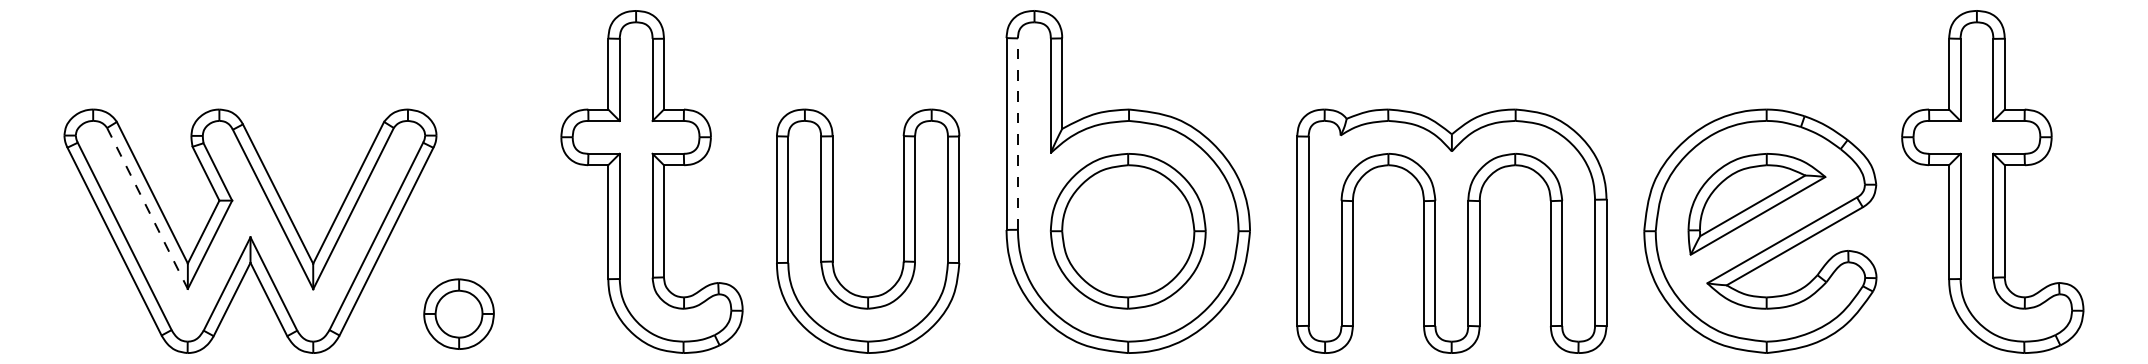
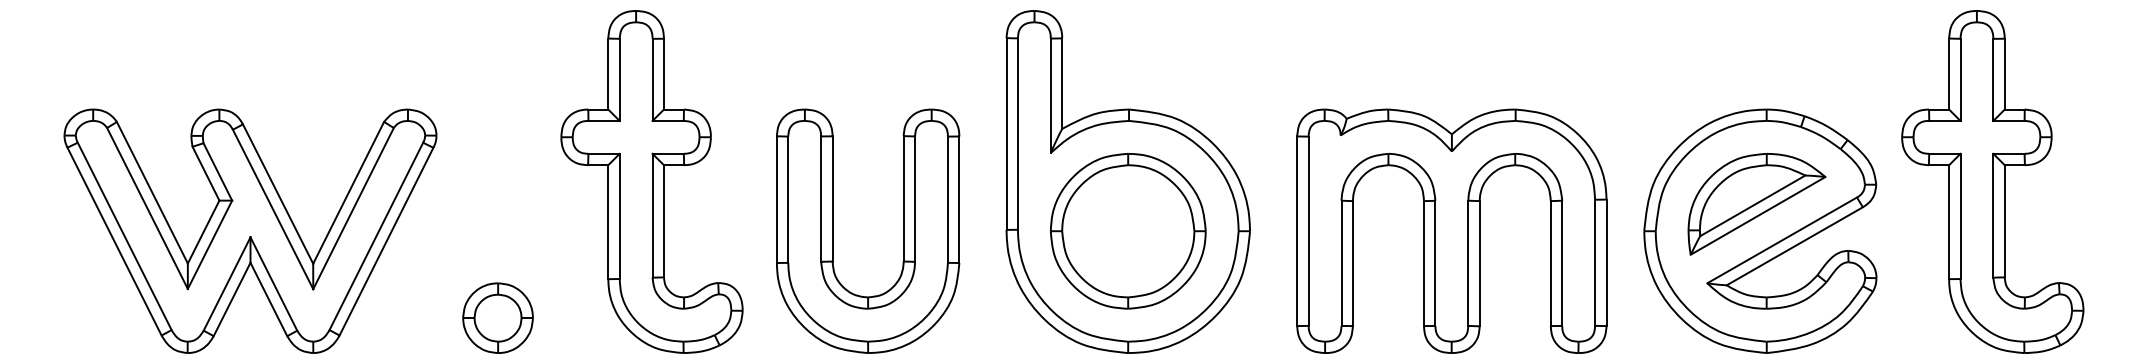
line at (1017, 134): dashed -> solid
line at (147, 208): dashed -> solid
part at (458, 313) position: (458, 313) -> (497, 317)
